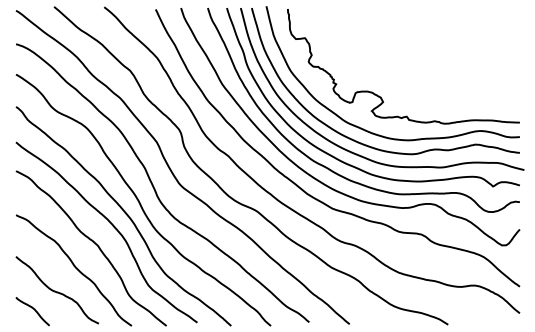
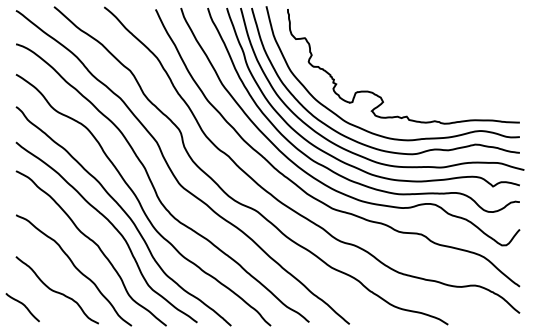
curve at (33, 309) position: (33, 309) -> (23, 305)
